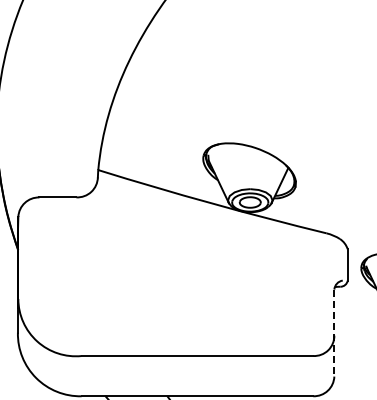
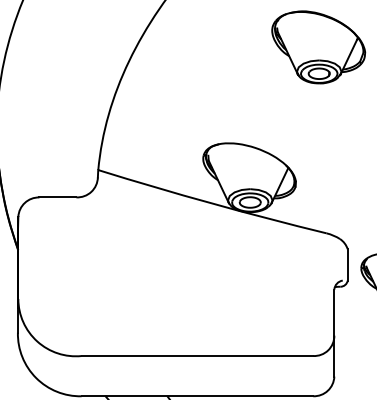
part at (318, 47): none -> present
line at (334, 333): dashed -> solid
